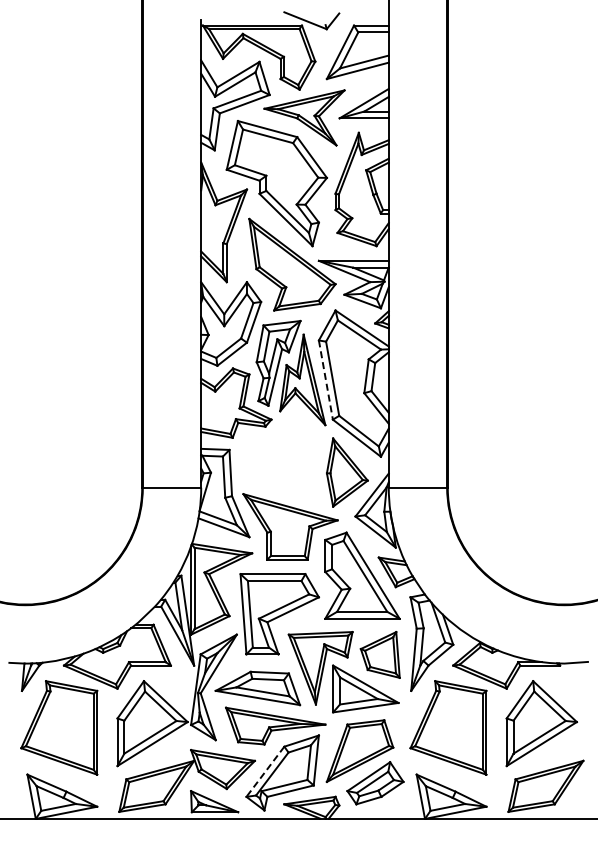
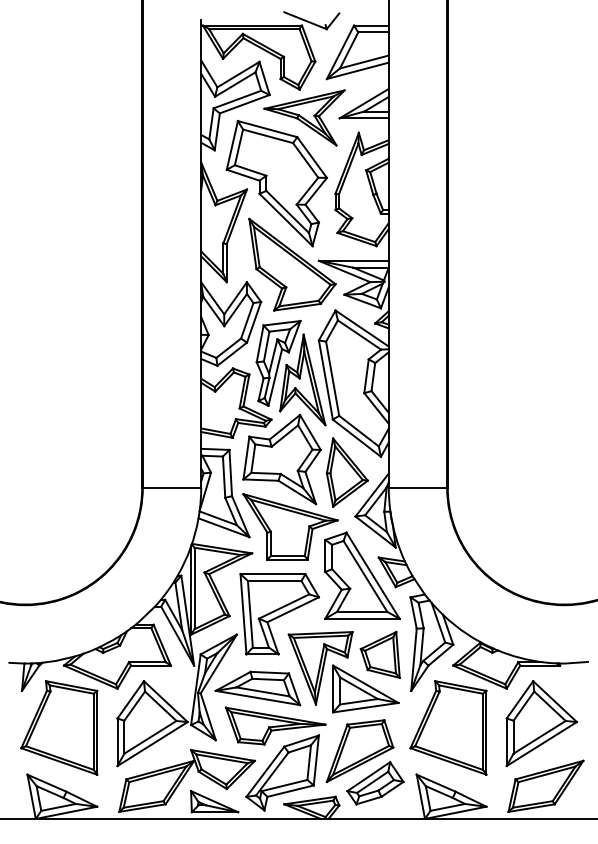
line at (326, 380): dashed -> solid
part at (281, 459): none -> present
line at (265, 772): dashed -> solid
